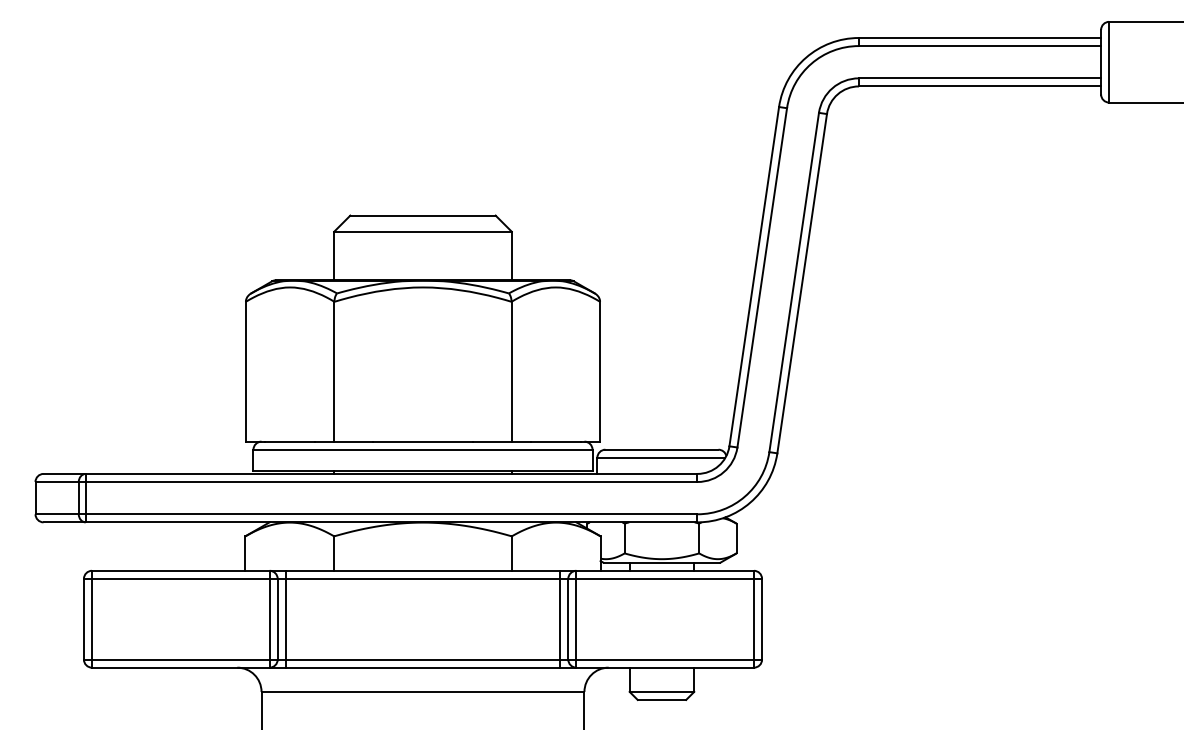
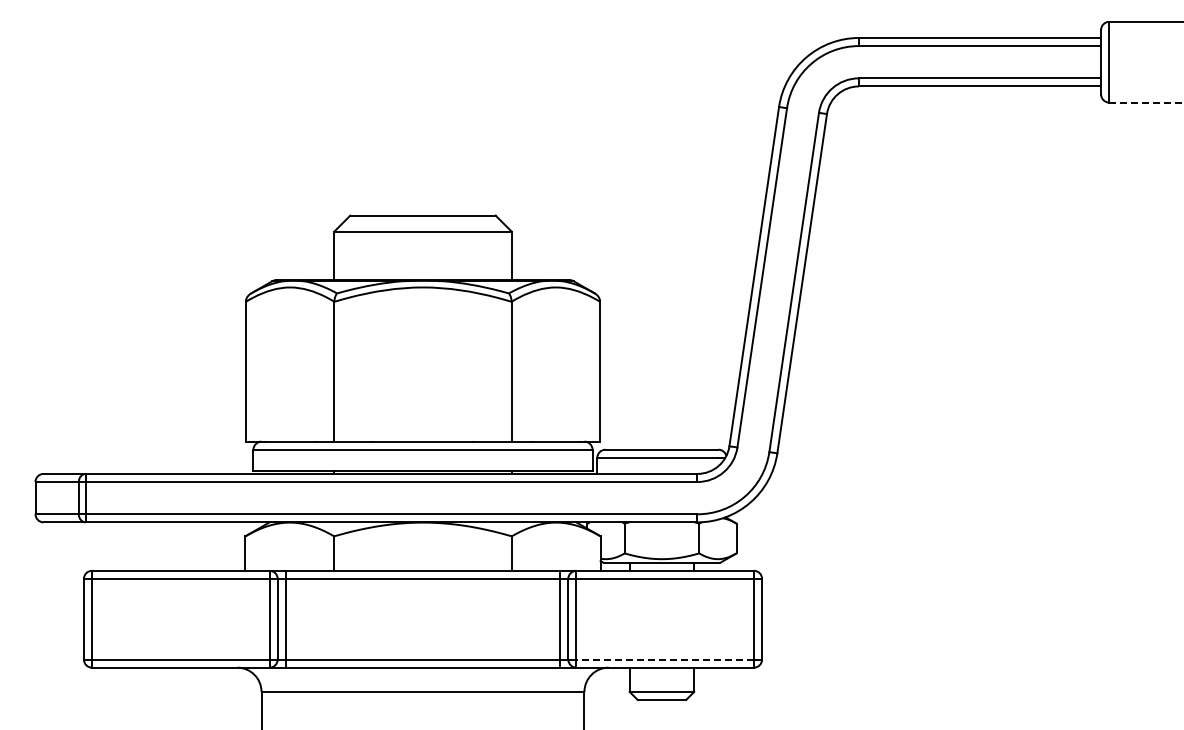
line at (1146, 102): solid -> dashed
line at (665, 659): solid -> dashed
